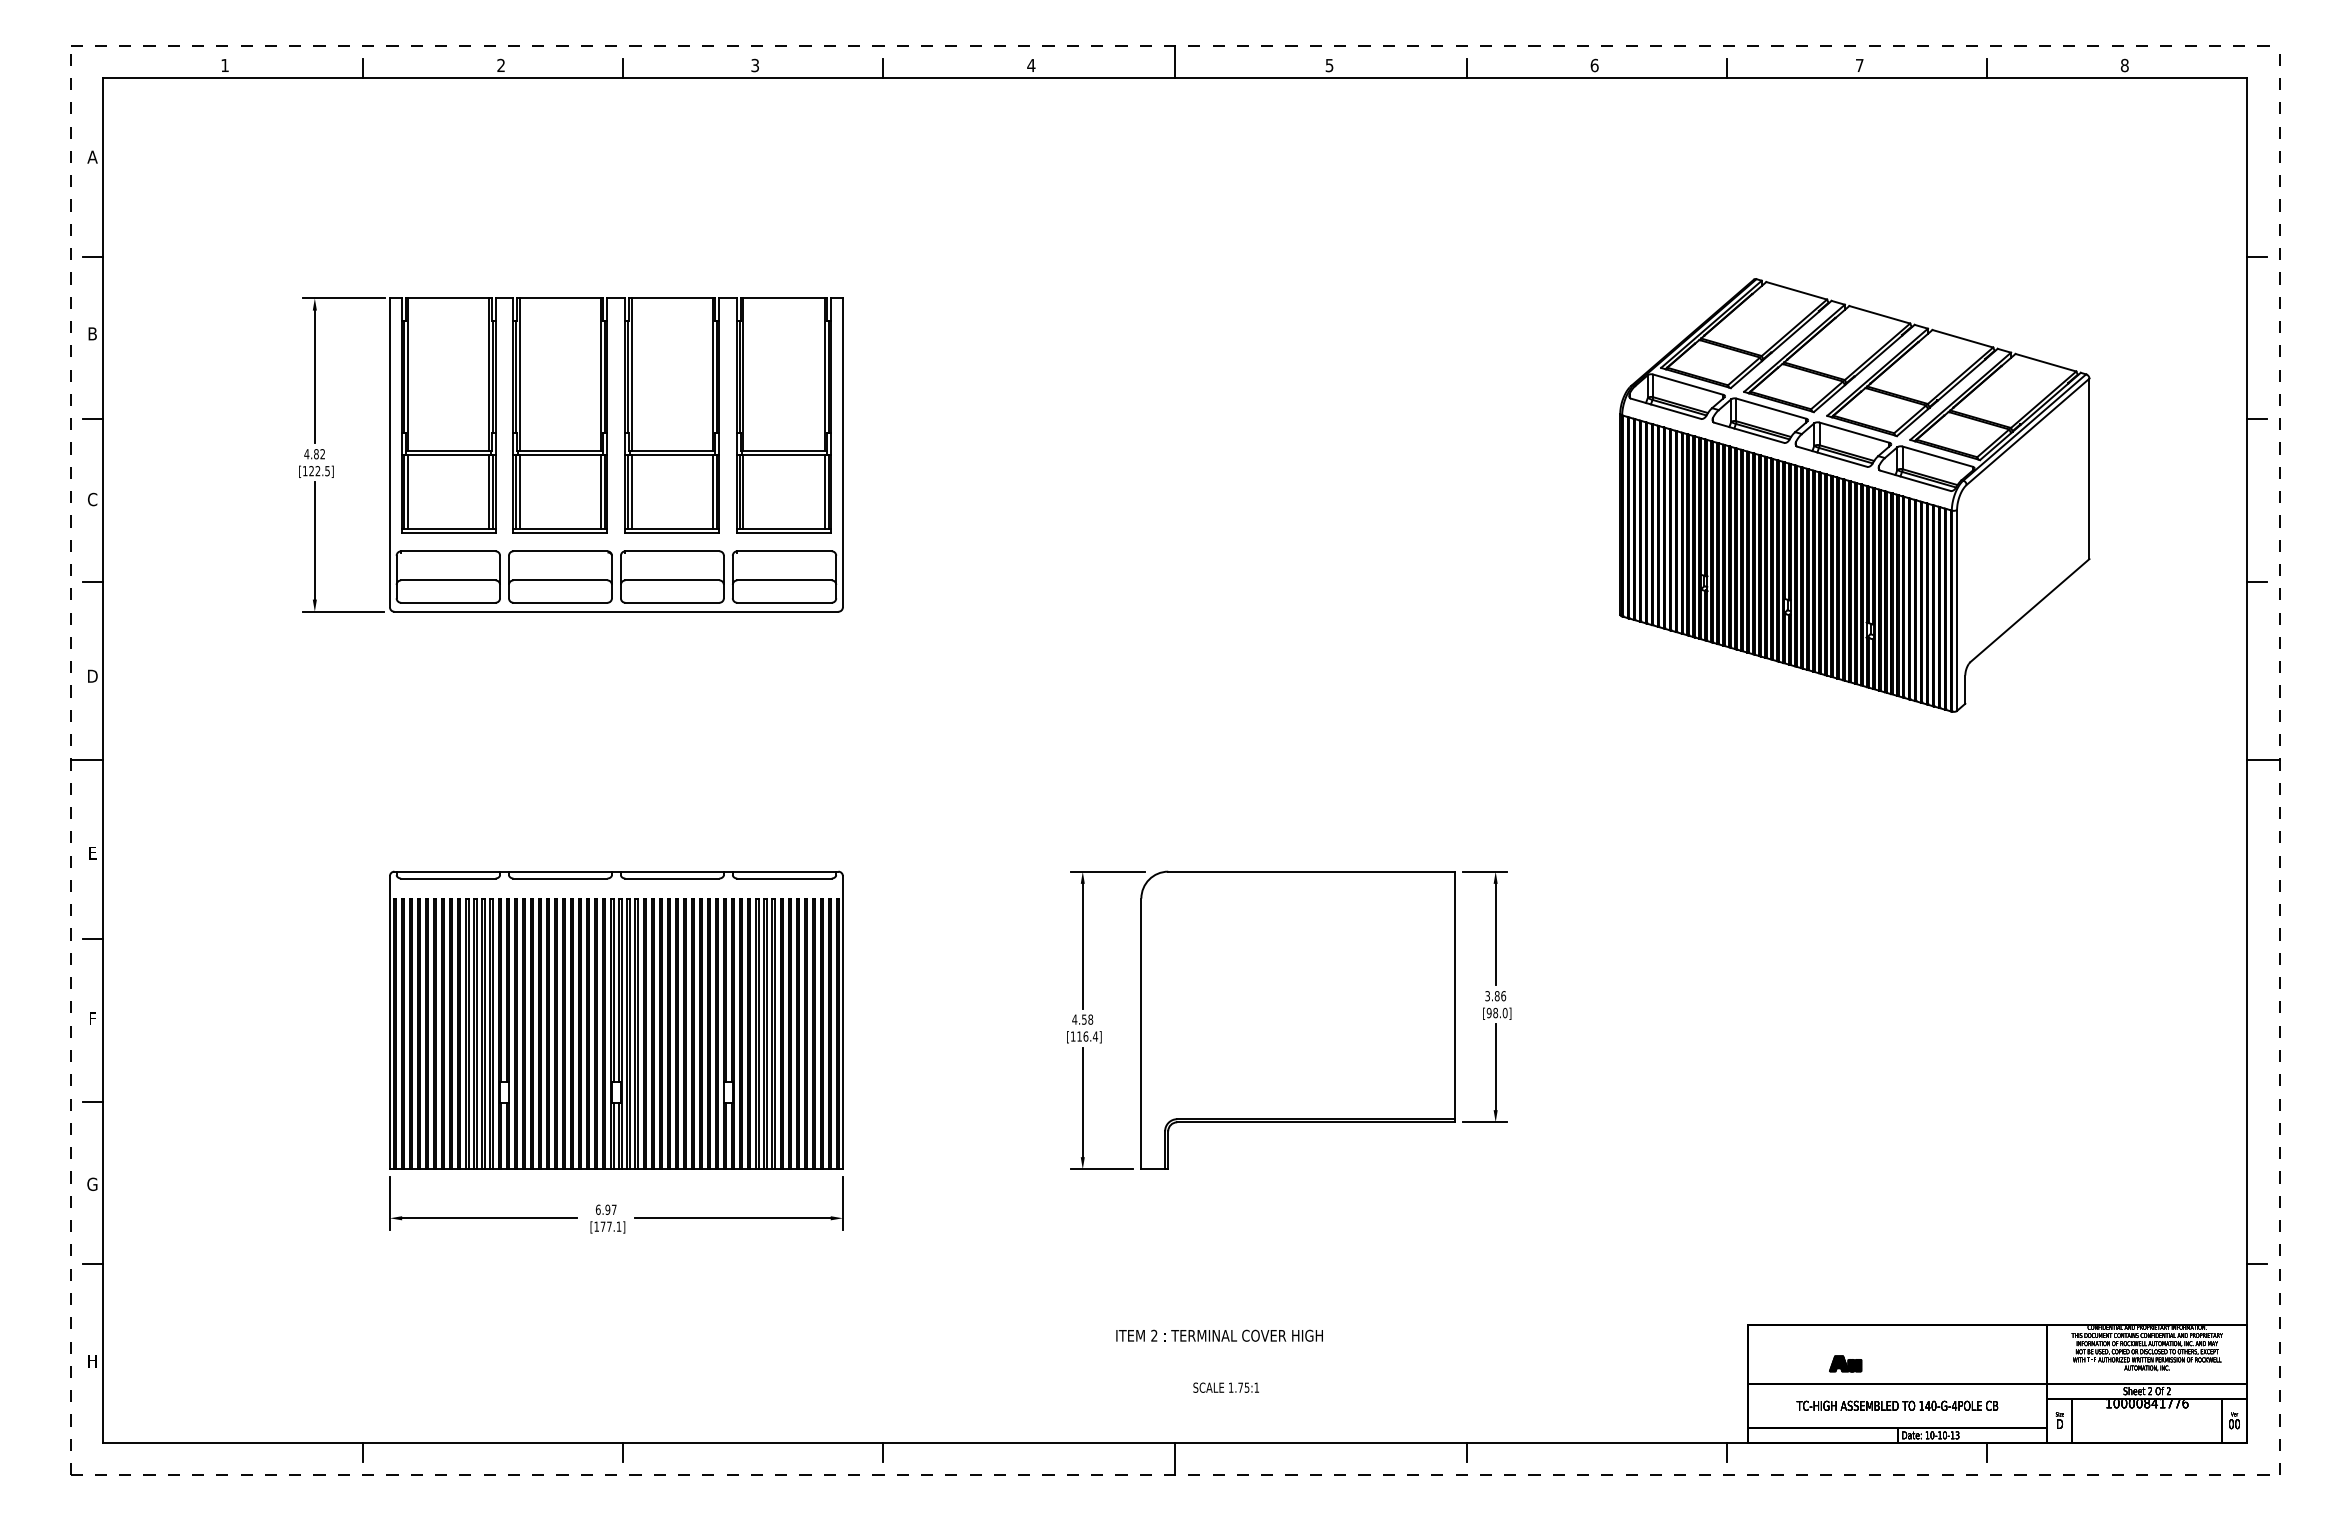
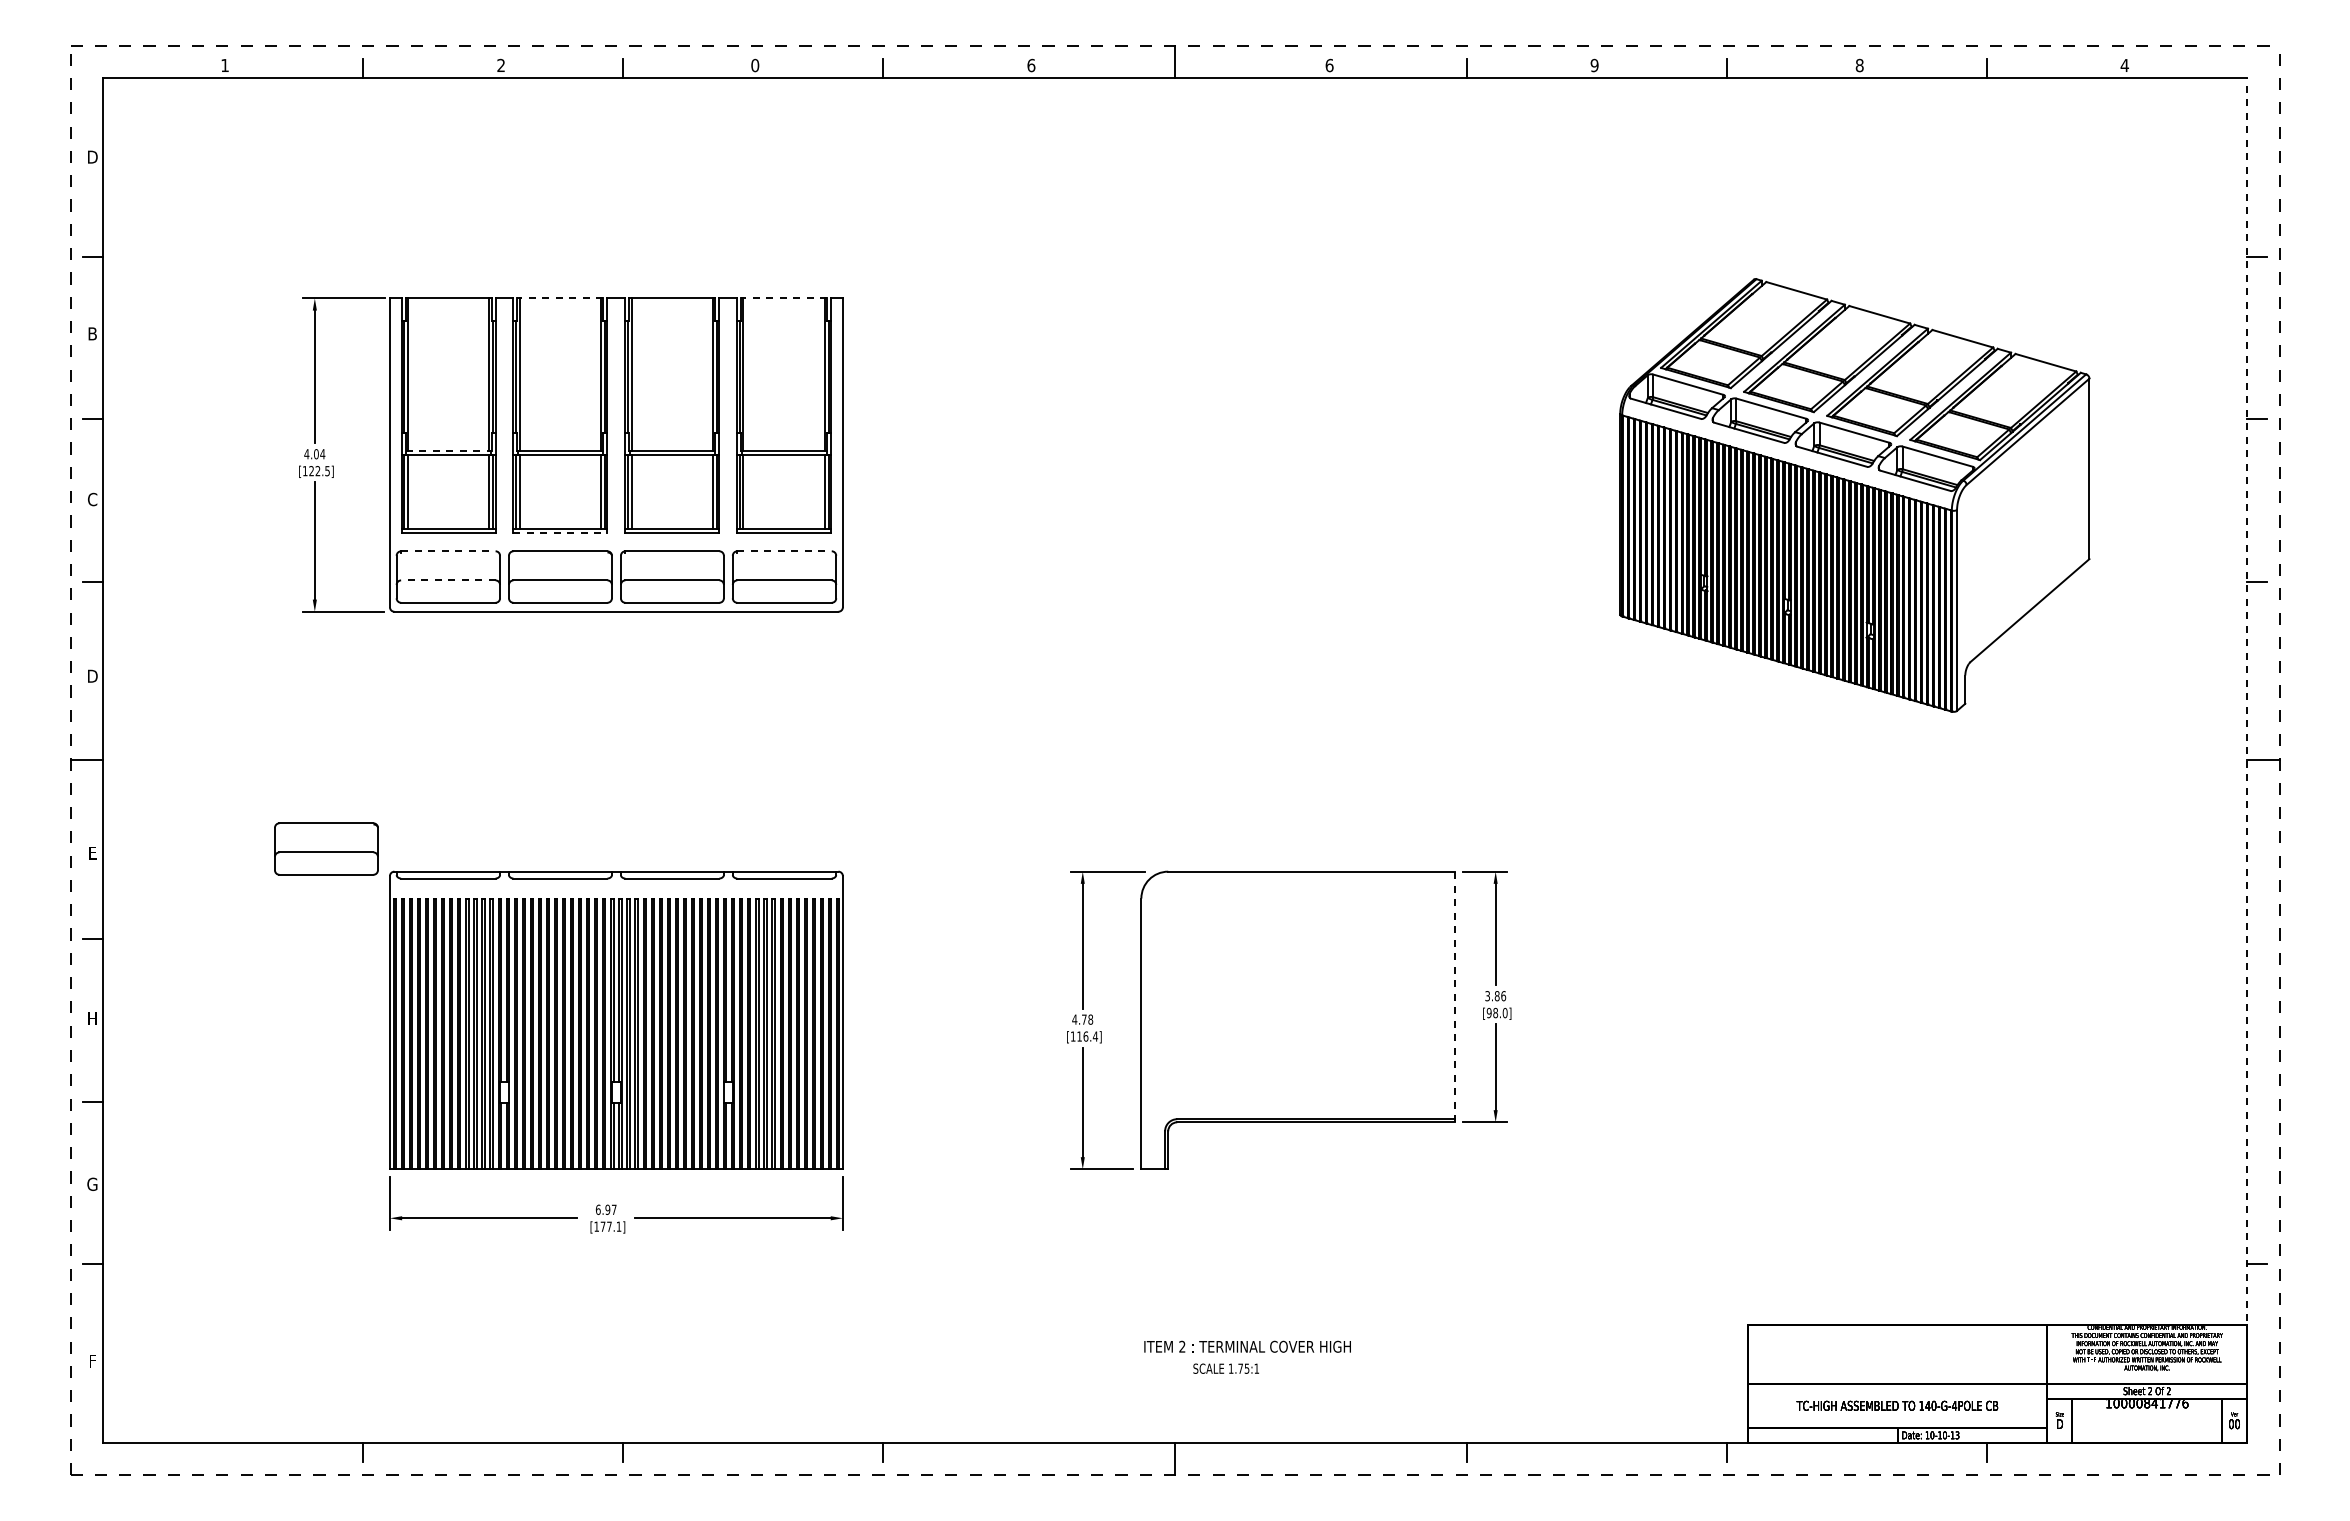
text at (755, 65): 3 -> 0
text at (1031, 65): 4 -> 6
text at (1329, 65): 5 -> 6
text at (1594, 65): 6 -> 9
text at (1859, 65): 7 -> 8
text at (2124, 65): 8 -> 4
text at (92, 156): A -> D
line at (560, 298): solid -> dashed
line at (784, 298): solid -> dashed
line at (448, 450): solid -> dashed
text at (319, 454): 4.82 -> 4.04
line at (560, 533): solid -> dashed
line at (448, 551): solid -> dashed
line at (785, 551): solid -> dashed
line at (447, 580): solid -> dashed
line at (2247, 760): solid -> dashed
part at (326, 848): none -> present
line at (1454, 996): solid -> dashed
text at (92, 1018): F -> H
text at (1084, 1019): 4.58 -> 4.78
text at (1219, 1335) position: (1219, 1335) -> (1247, 1346)
text at (92, 1361): H -> F
part at (1845, 1363): present -> none
text at (1225, 1387) position: (1225, 1387) -> (1225, 1368)
